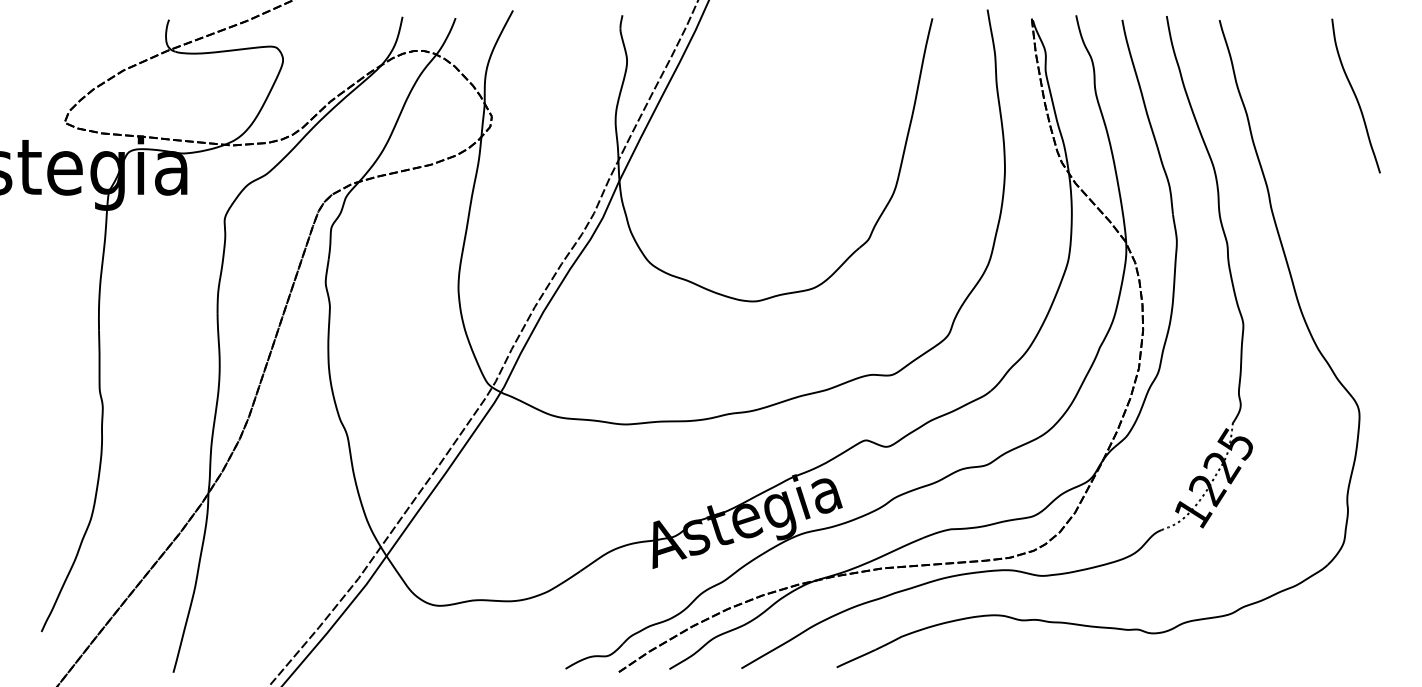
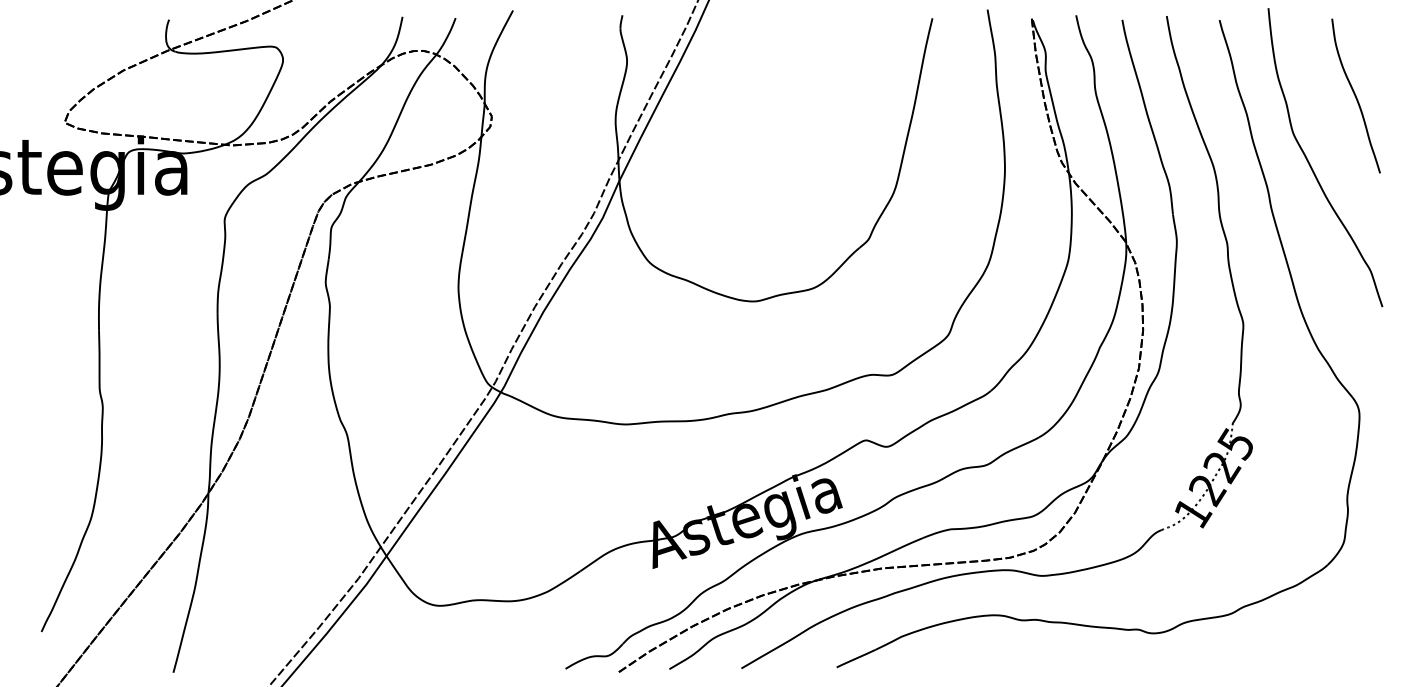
curve at (1311, 165): none -> present
